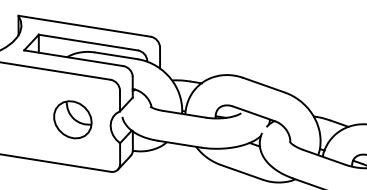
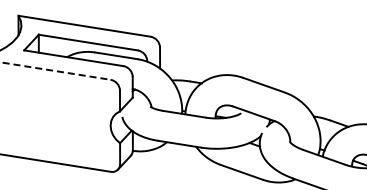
line at (55, 71): solid -> dashed
part at (72, 119): present -> none
